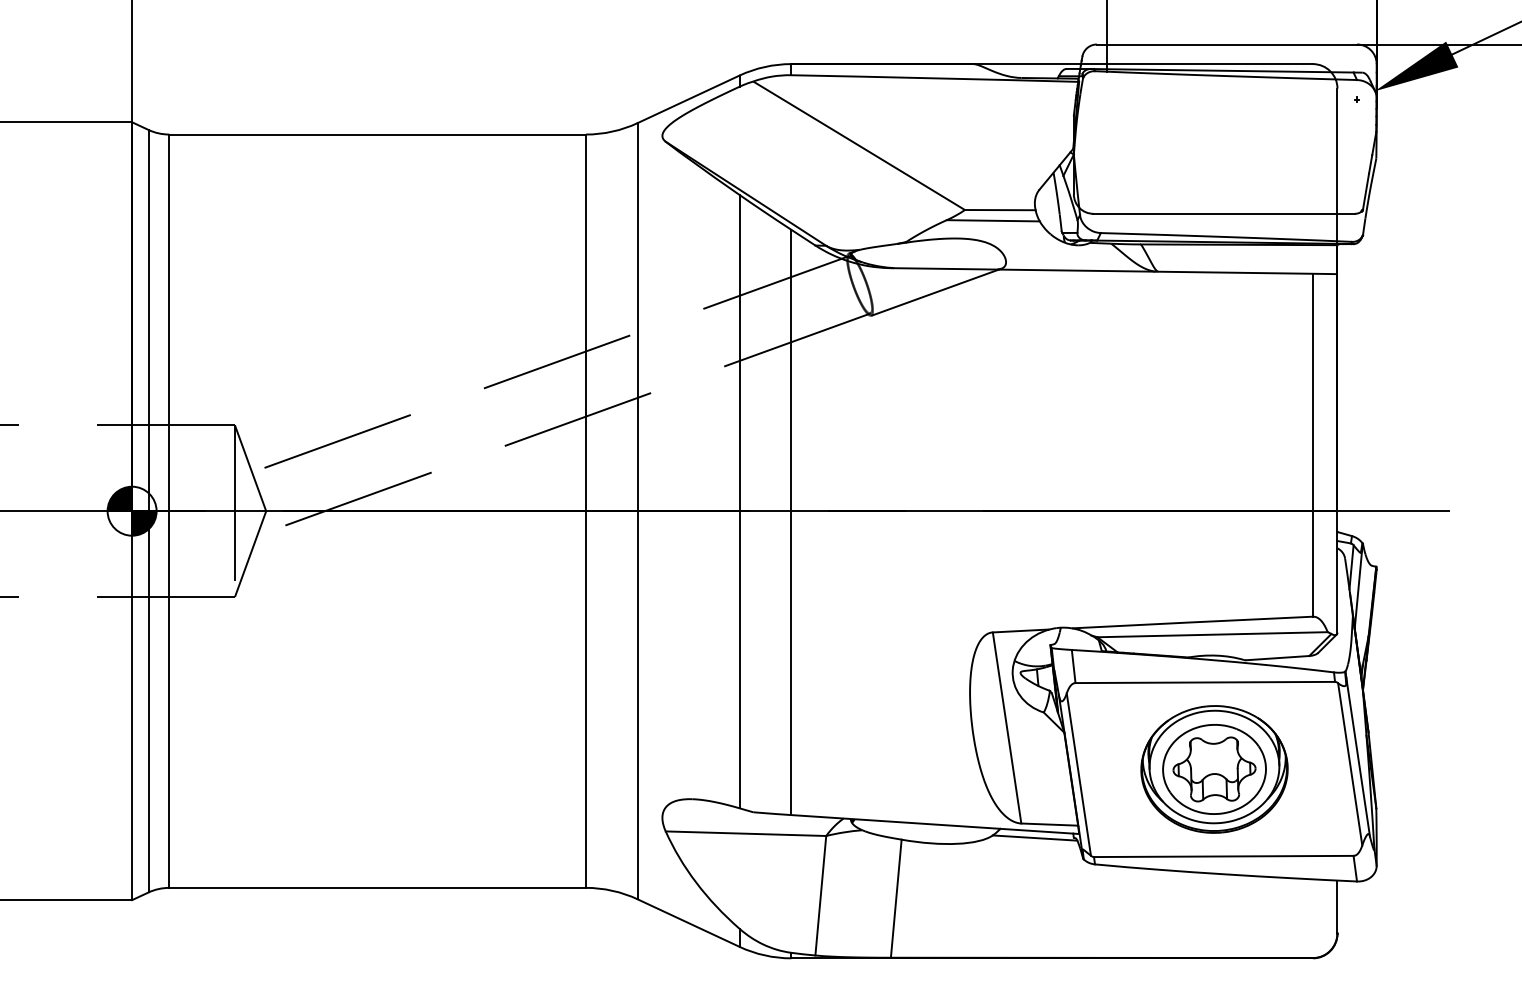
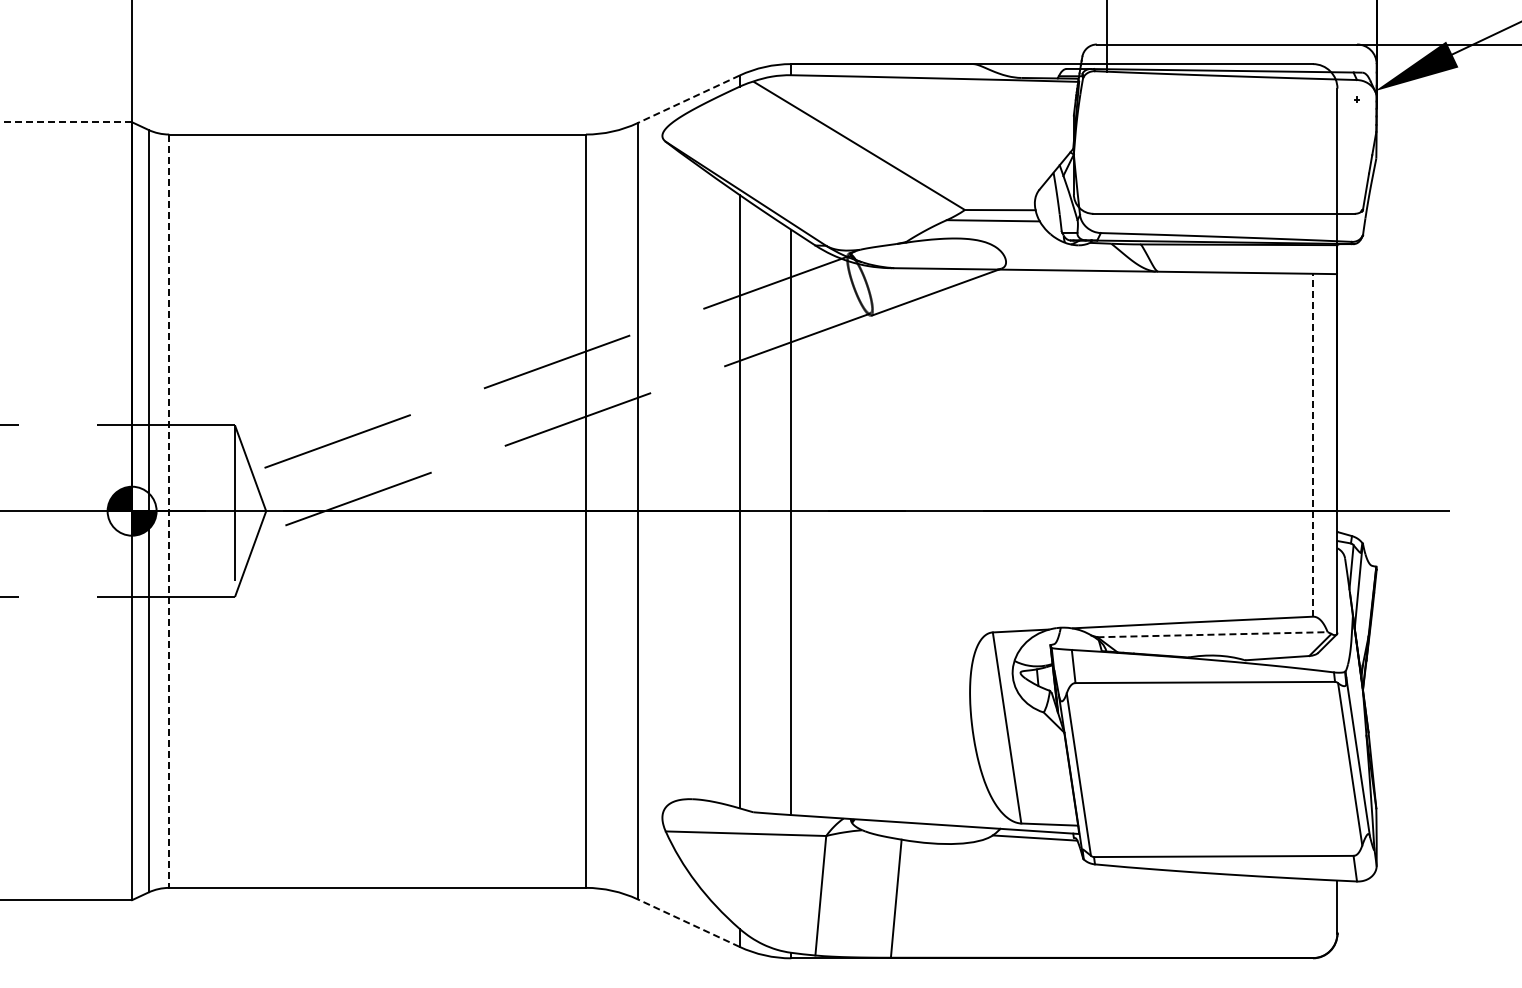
line at (688, 99): solid -> dashed
line at (66, 122): solid -> dashed
line at (1312, 444): solid -> dashed
line at (169, 511): solid -> dashed
line at (1213, 634): solid -> dashed
part at (1214, 769): present -> none
line at (688, 922): solid -> dashed
